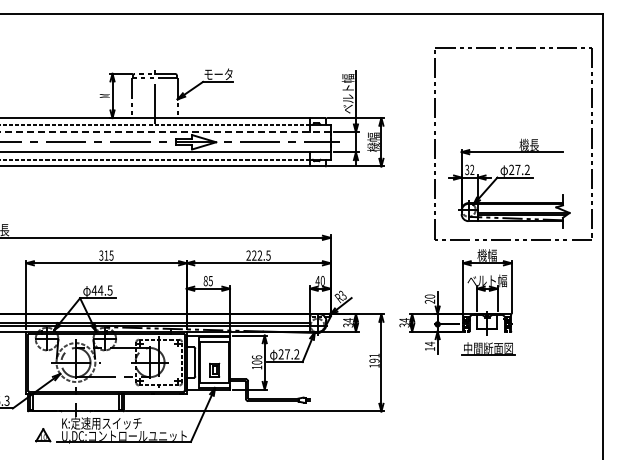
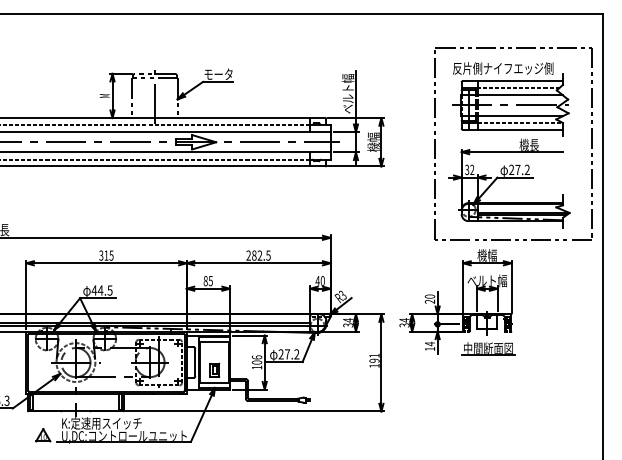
part at (510, 99): none -> present
line at (165, 132): dashed -> solid
text at (254, 255): 222.5 -> 282.5
